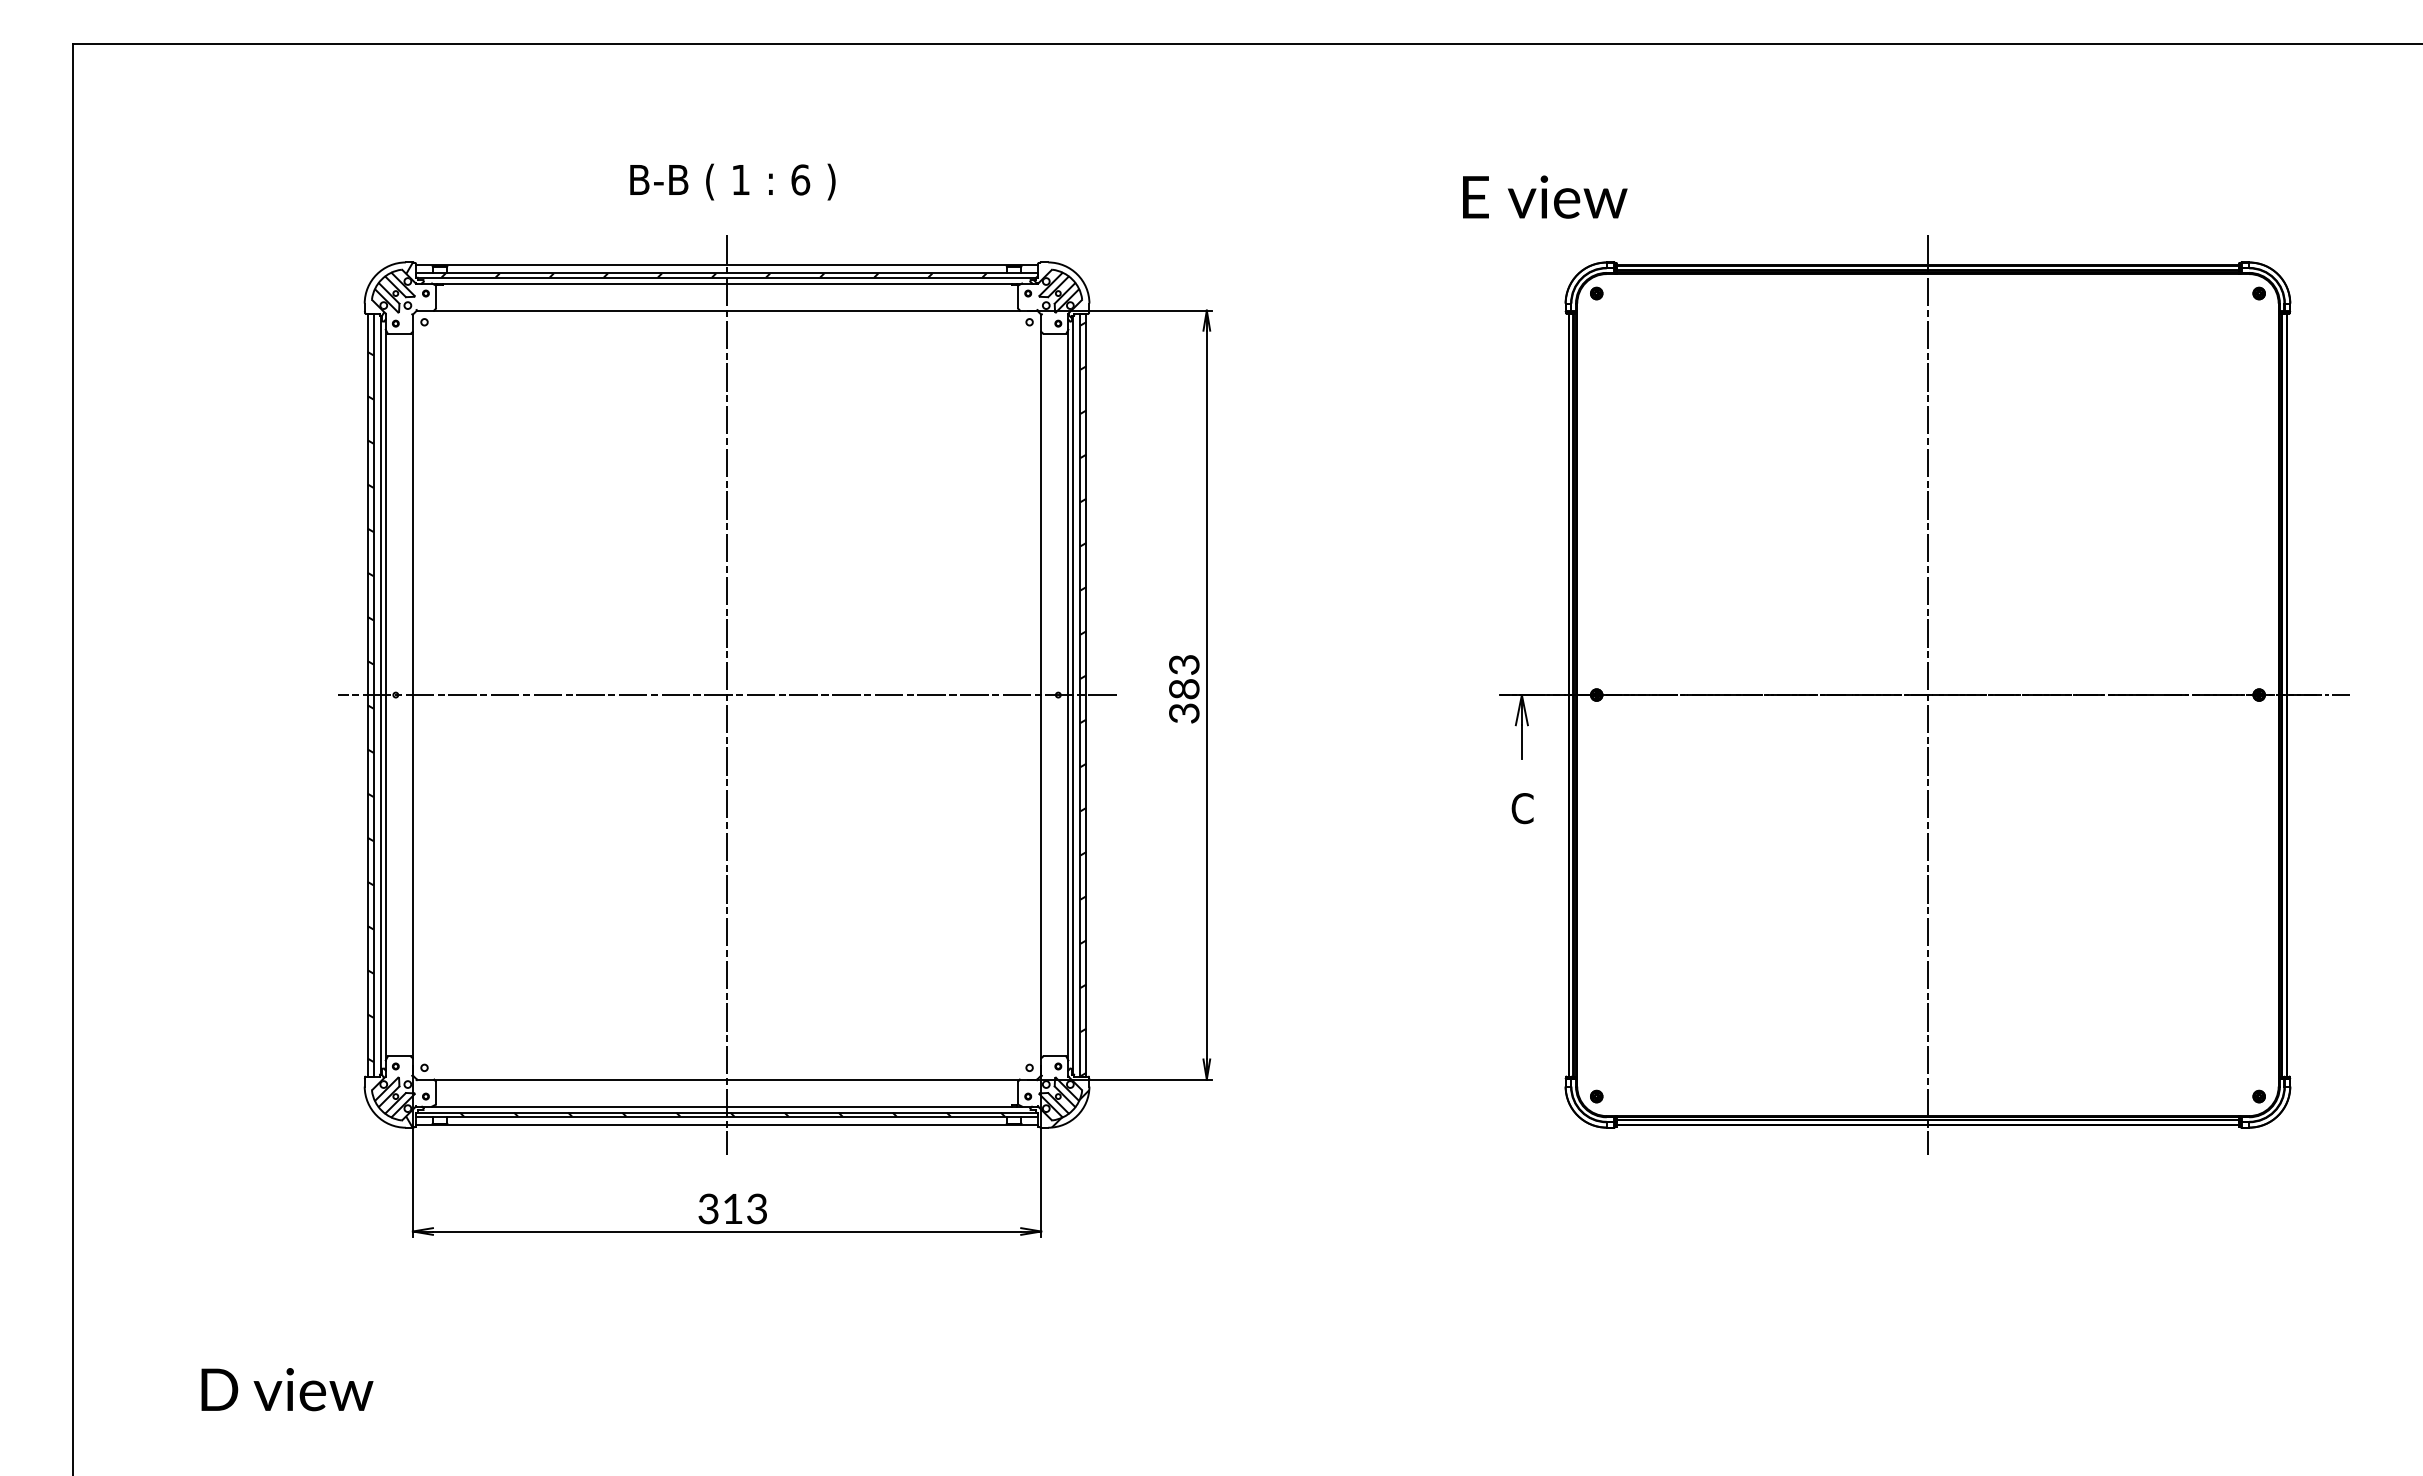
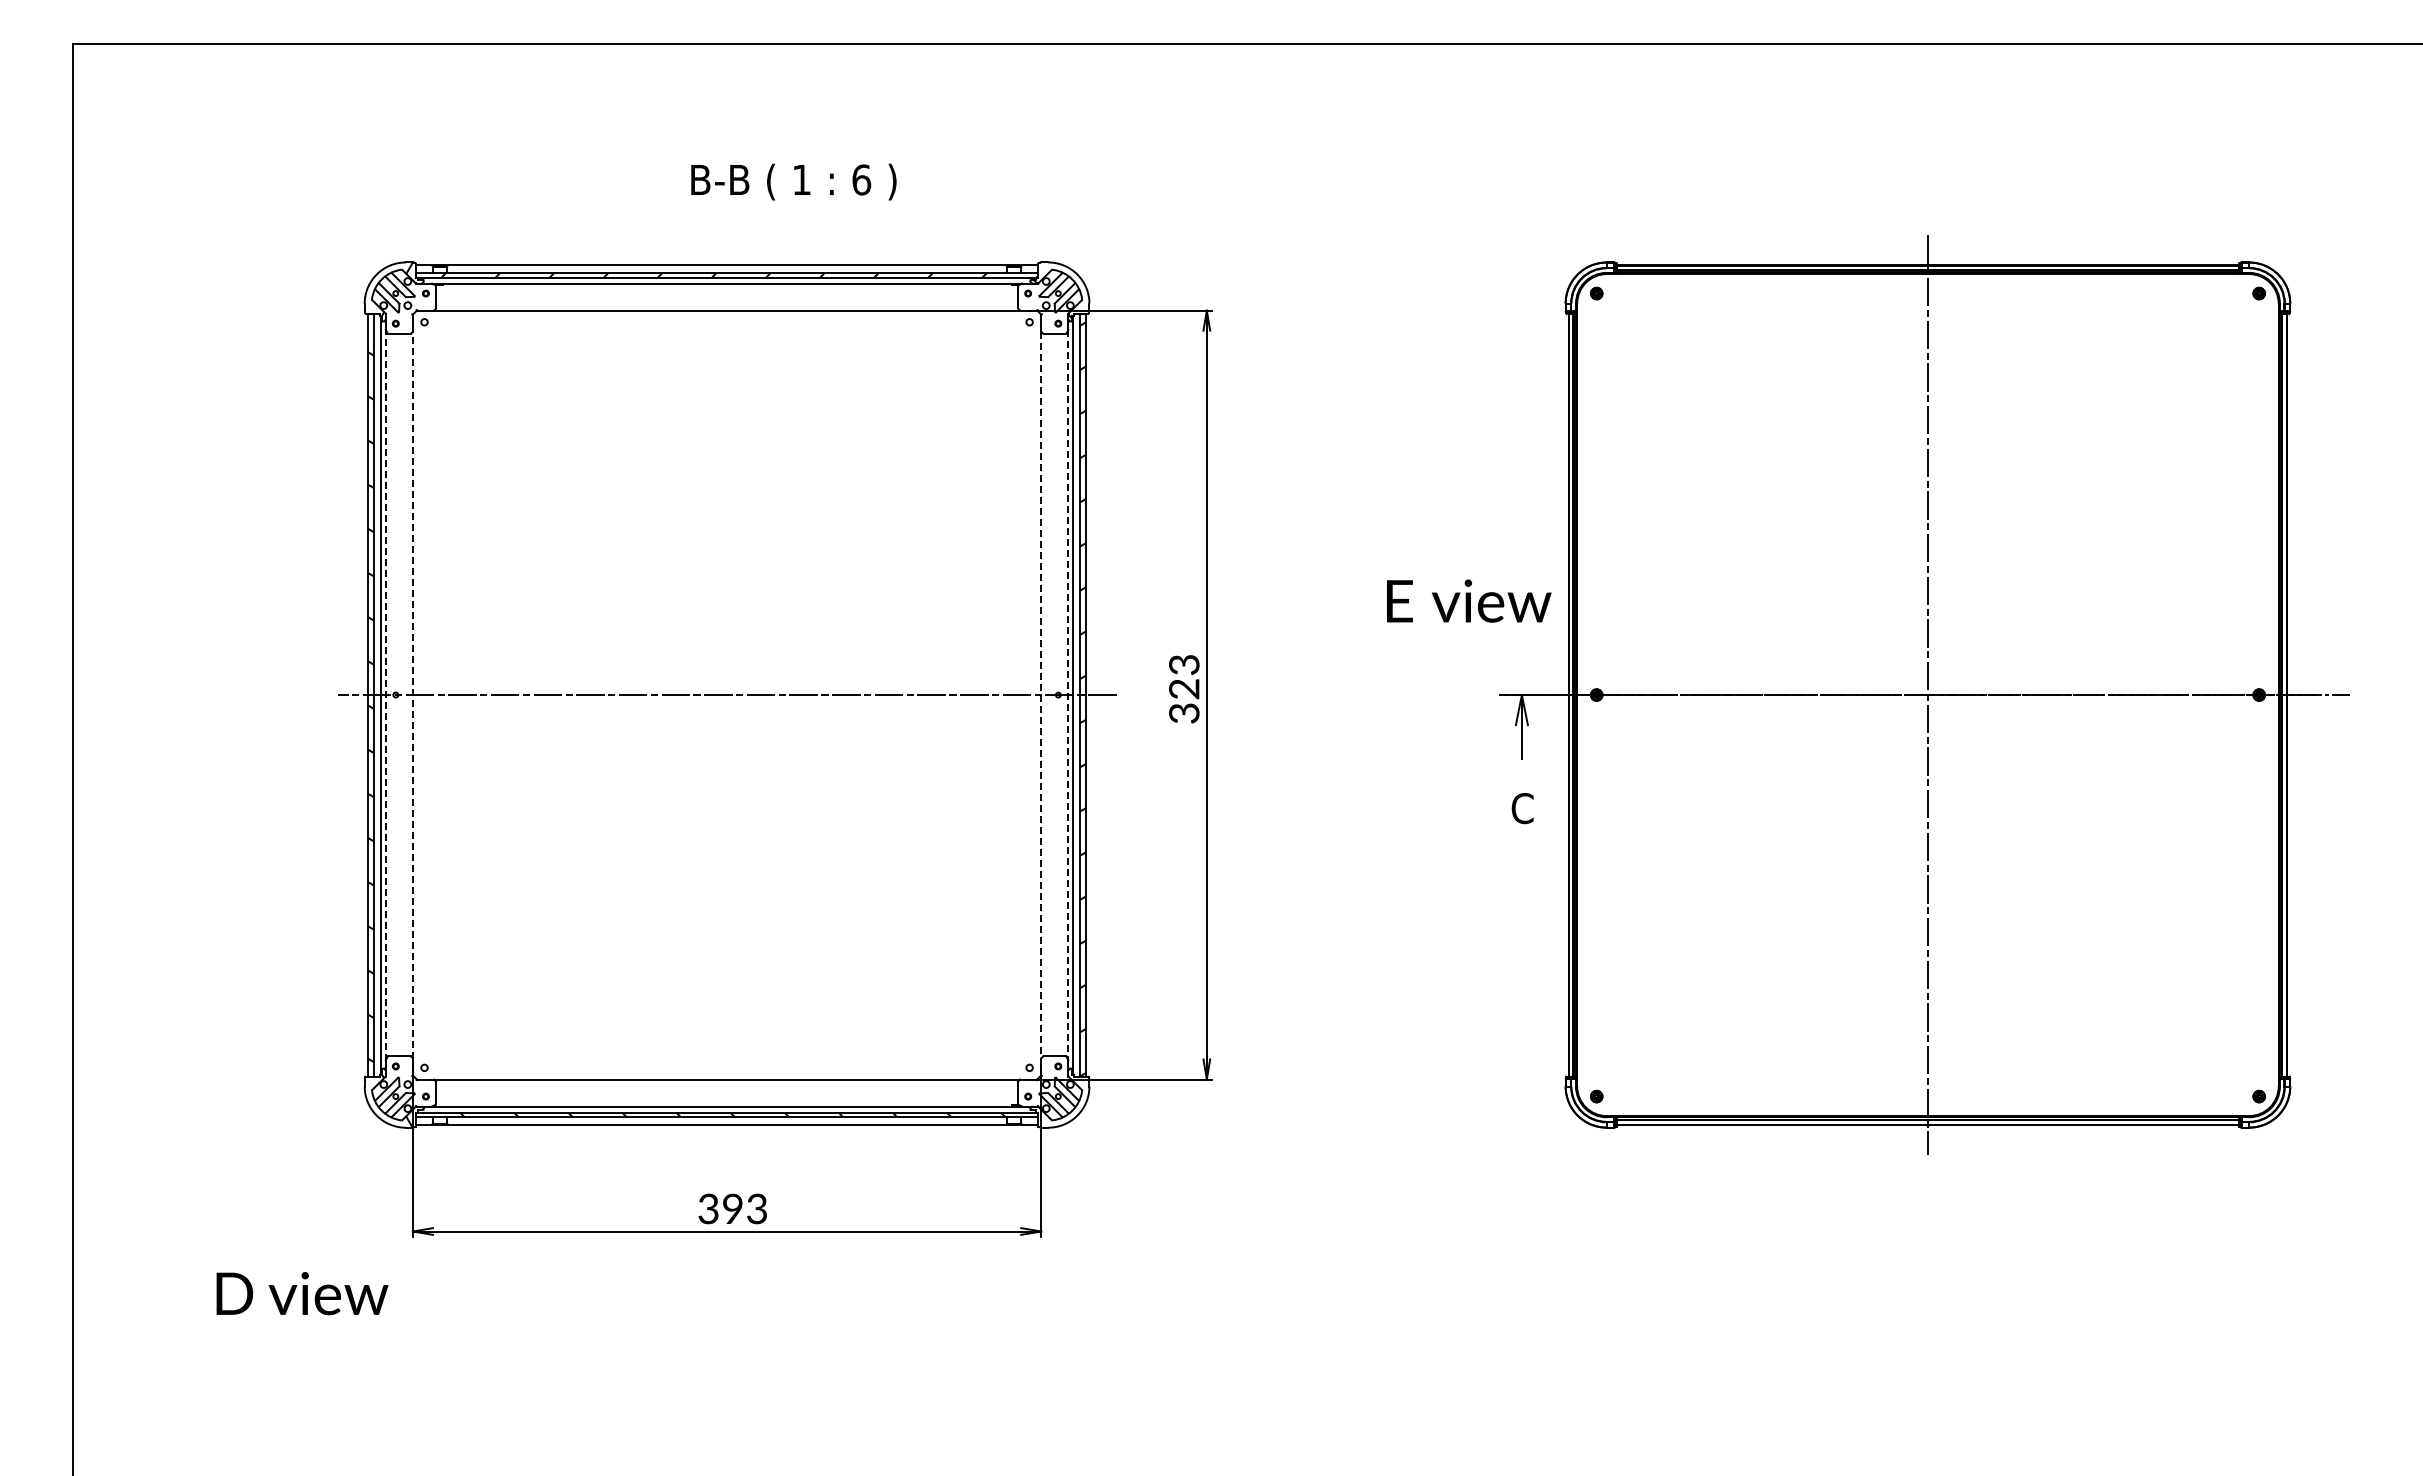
text at (732, 181) position: (732, 181) -> (793, 181)
text at (1545, 196) position: (1545, 196) -> (1469, 600)
text at (1184, 689): 383 -> 323
line at (412, 694): solid -> dashed
line at (727, 694): present -> none
line at (385, 695): solid -> dashed
line at (1041, 695): solid -> dashed
line at (1068, 695): solid -> dashed
hatch at (1070, 1108): present -> none
text at (732, 1208): 313 -> 393
text at (287, 1389) position: (287, 1389) -> (302, 1293)
